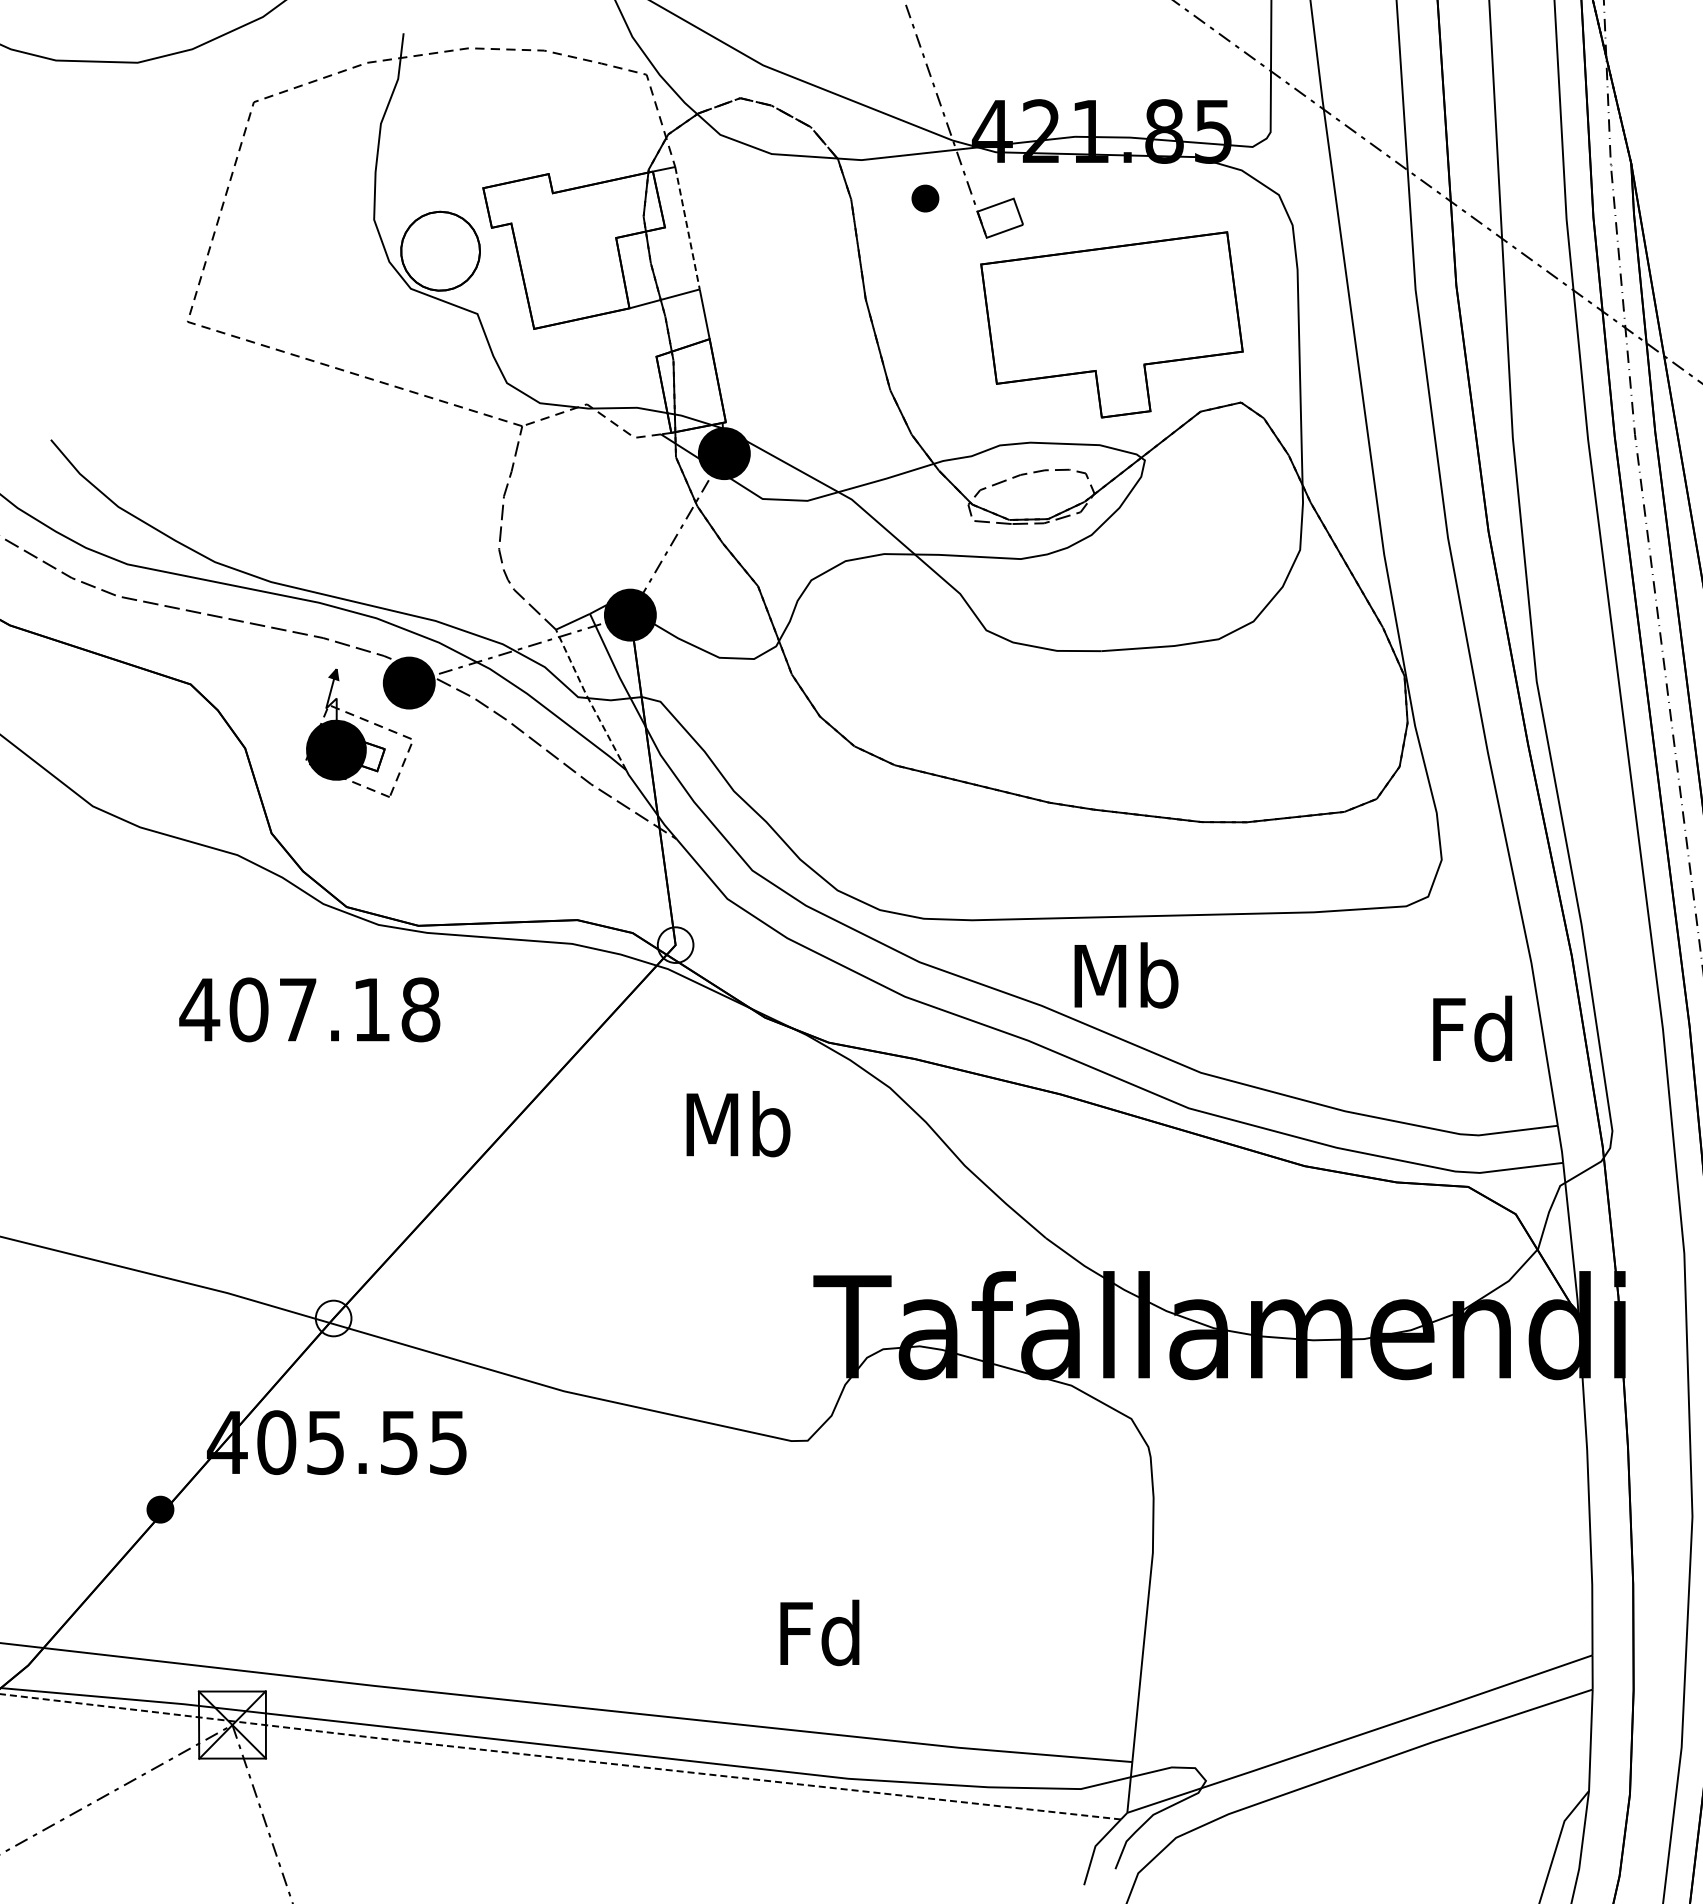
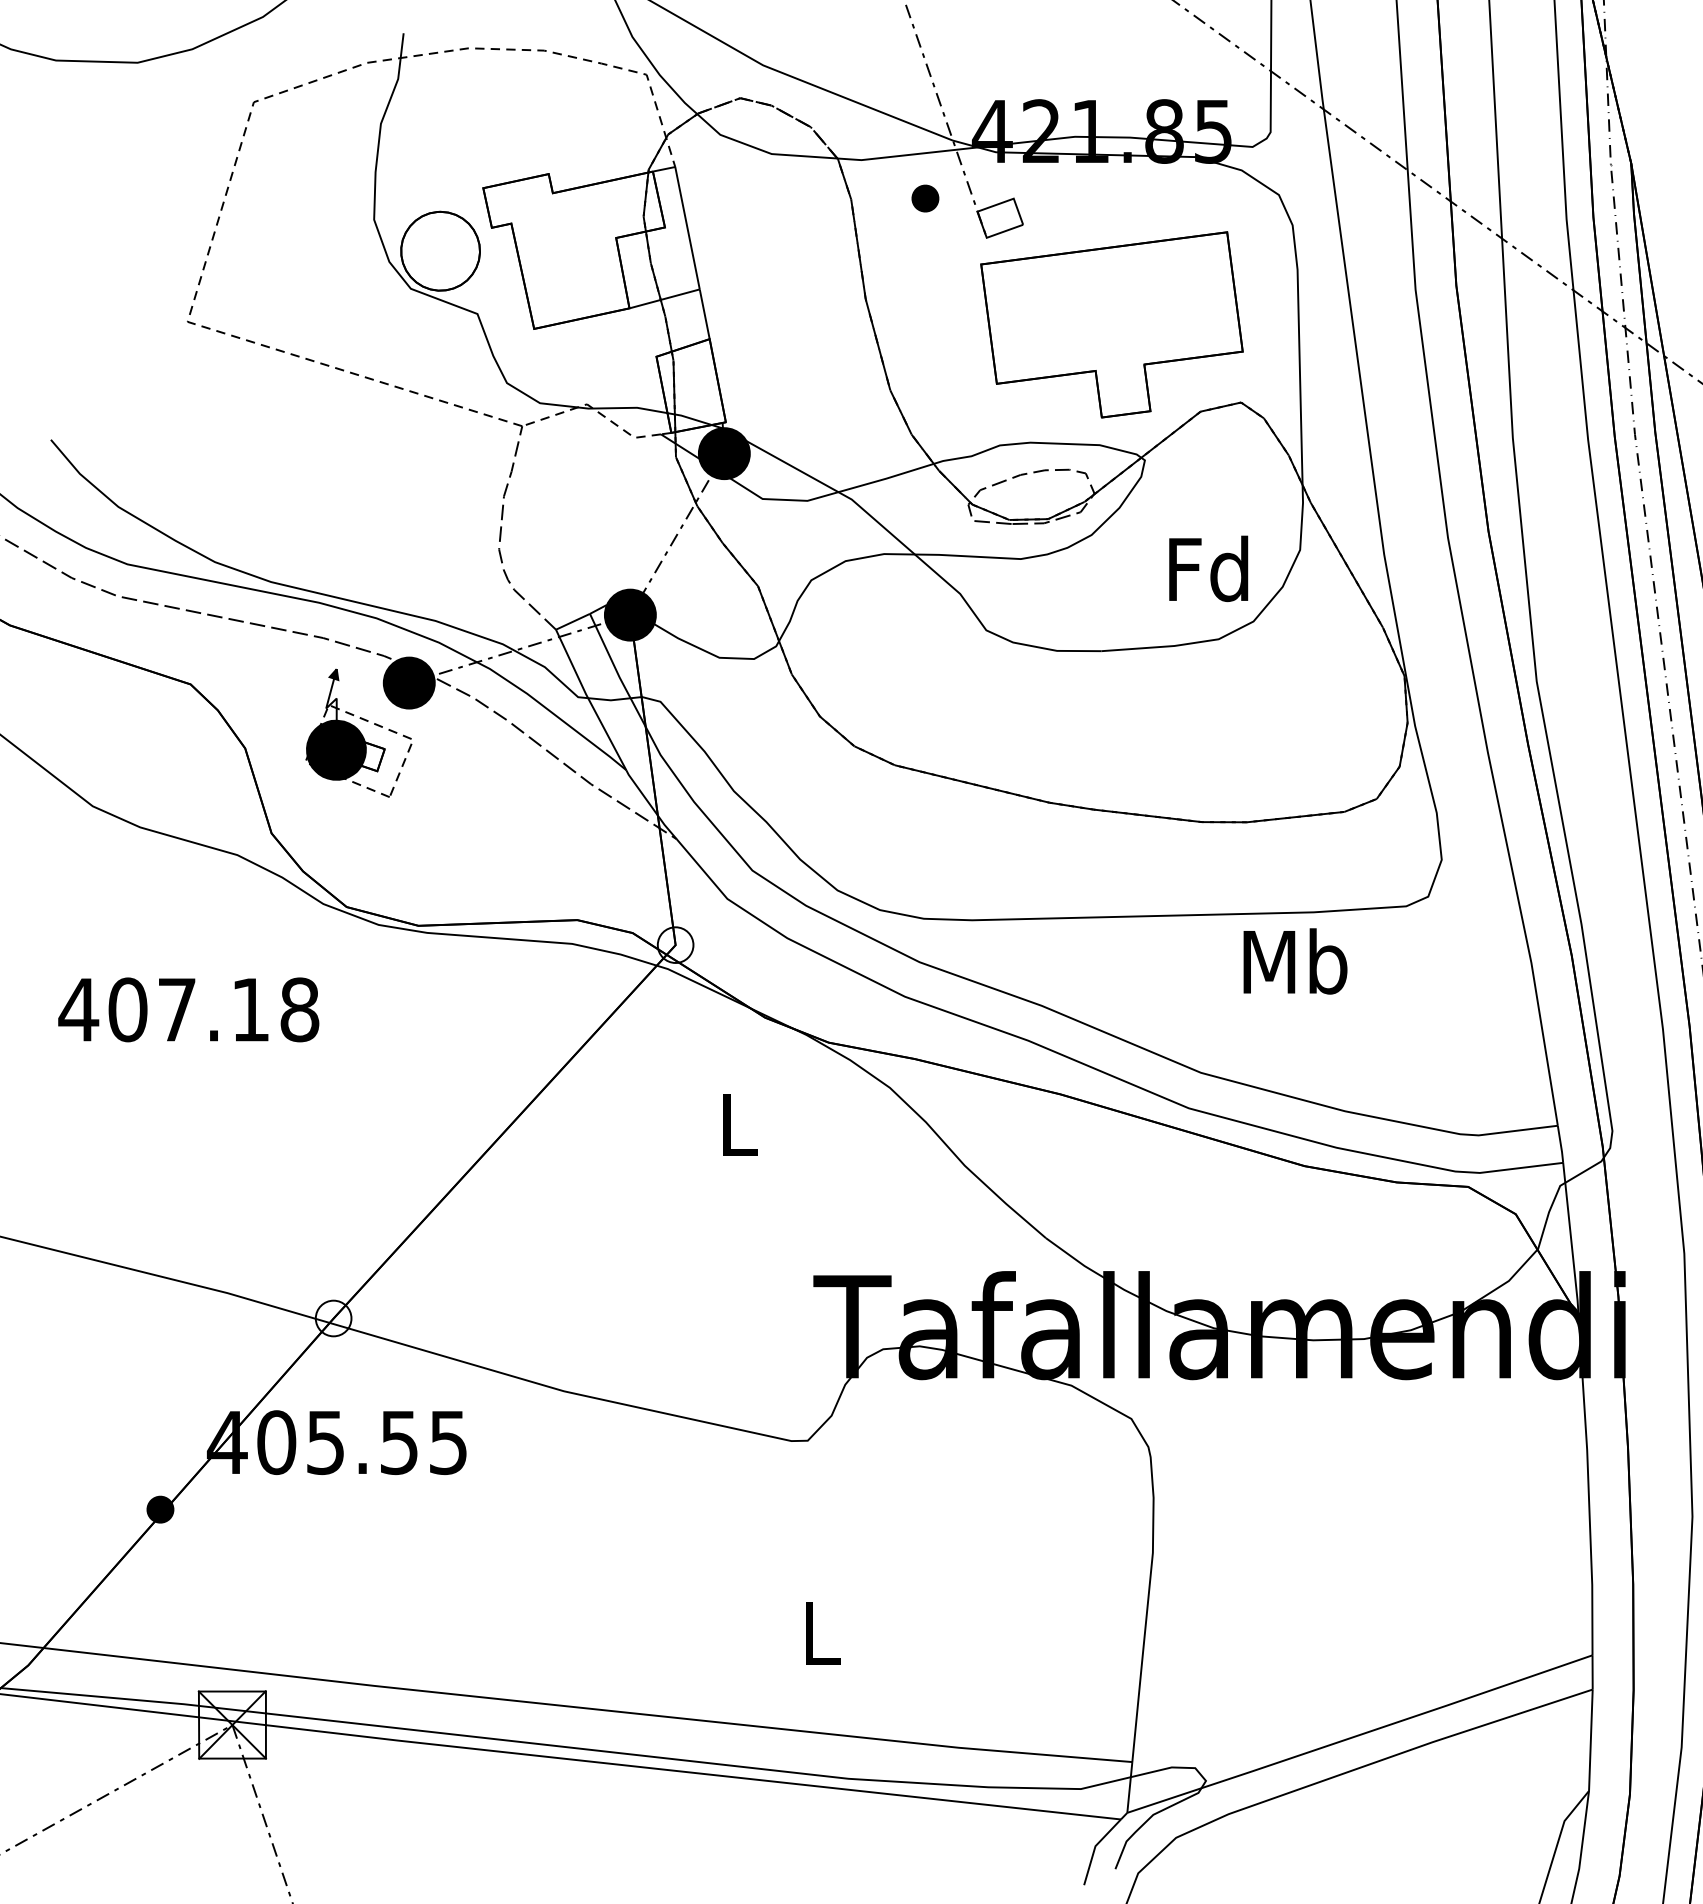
line at (687, 228): dashed -> solid
line at (588, 699): dashed -> solid
text at (1126, 975) position: (1126, 975) -> (1295, 961)
text at (309, 1009) position: (309, 1009) -> (188, 1009)
text at (1472, 1028) position: (1472, 1028) -> (1208, 568)
text at (738, 1124): Mb -> L
text at (819, 1632): Fd -> L
line at (559, 1758): dashed -> solid
